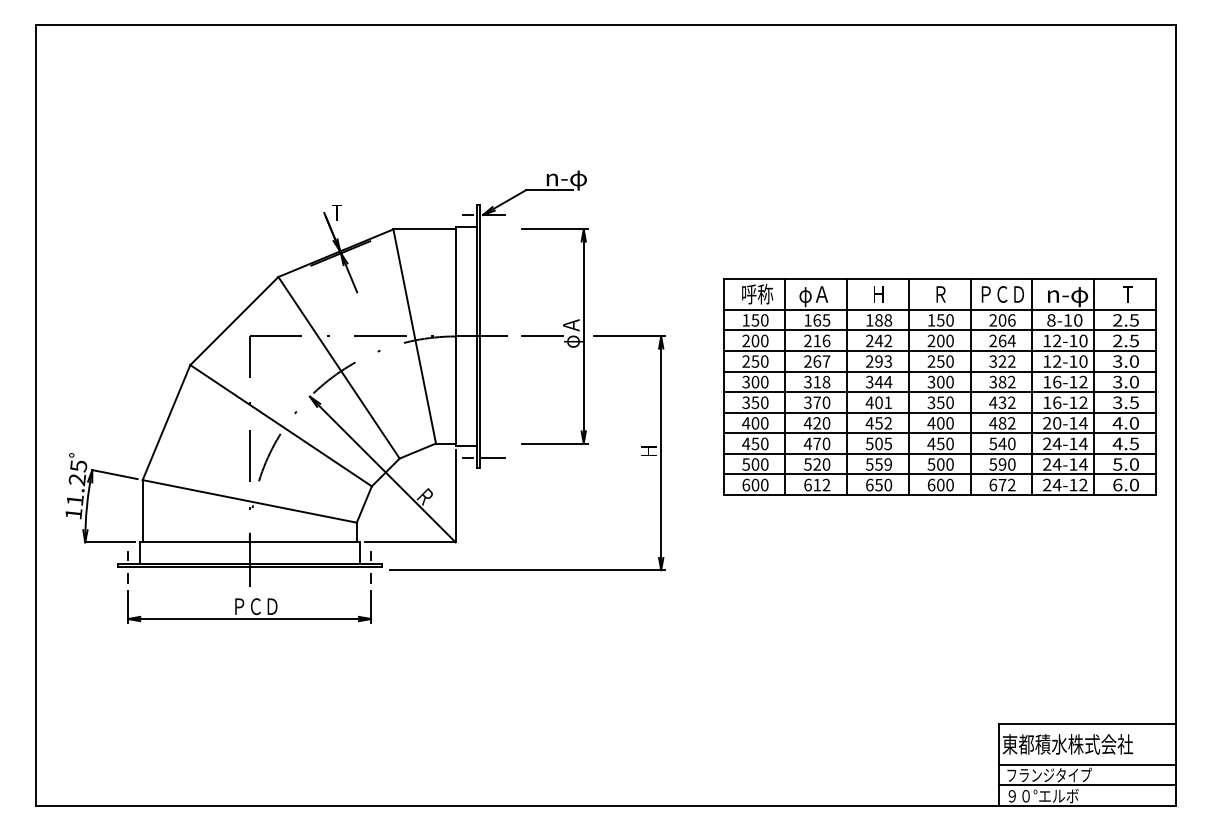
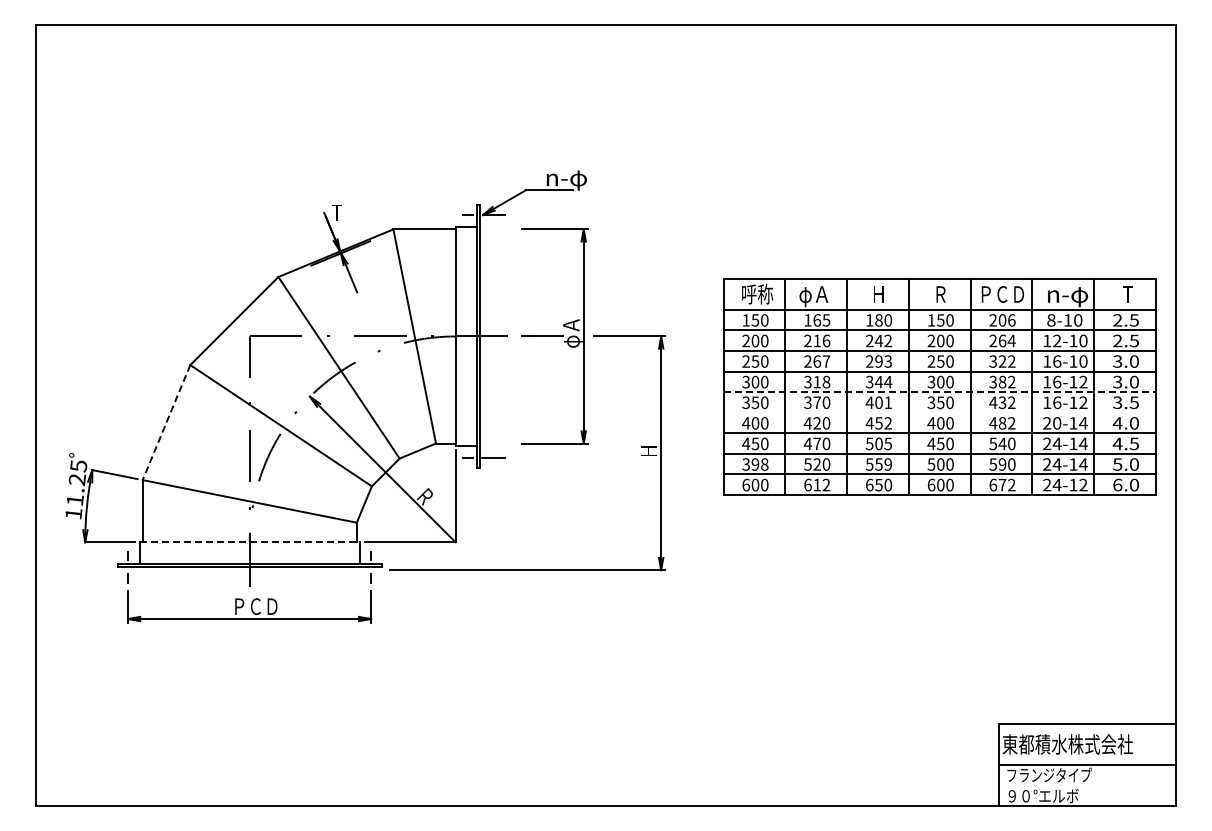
text at (888, 320): 188 -> 180
text at (1057, 361): 12-10 -> 16-10
line at (940, 392): solid -> dashed
line at (939, 412): present -> none
line at (166, 423): solid -> dashed
text at (755, 464): 500 -> 398
line at (249, 542): solid -> dashed
line at (1086, 785): present -> none
